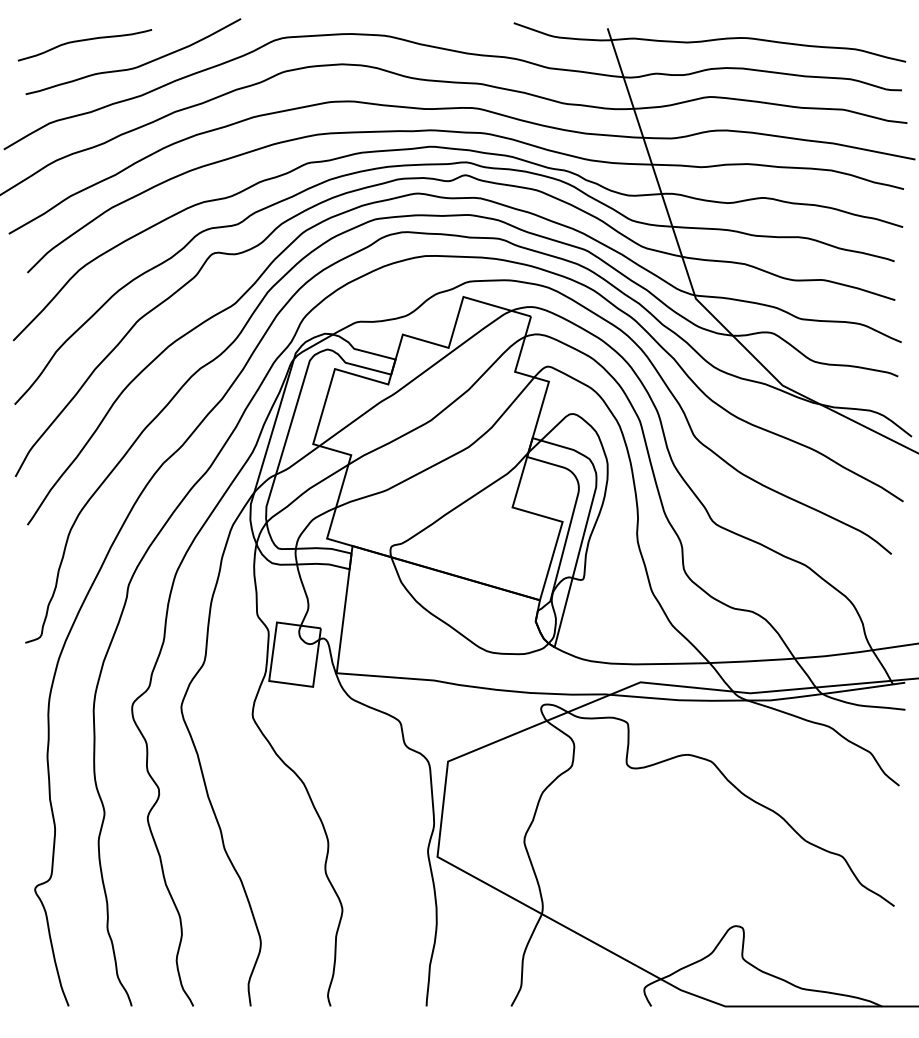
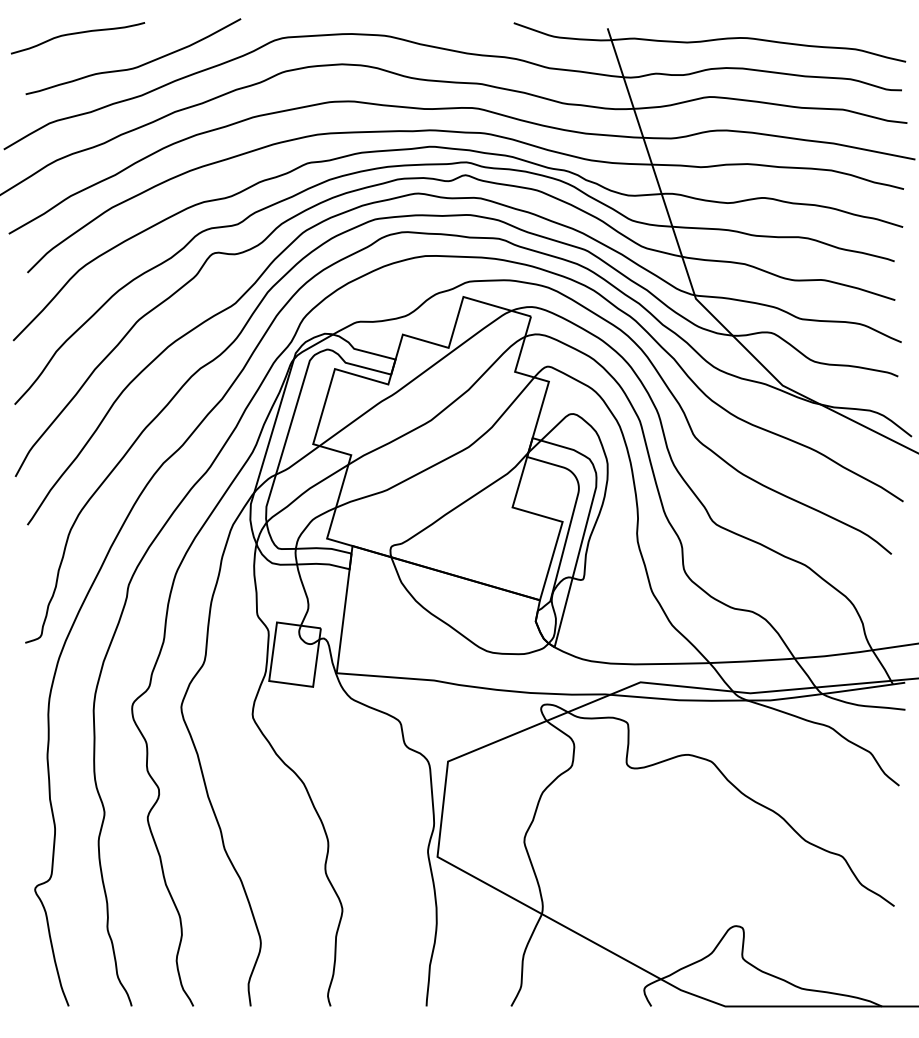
curve at (83, 41) position: (83, 41) -> (76, 34)
